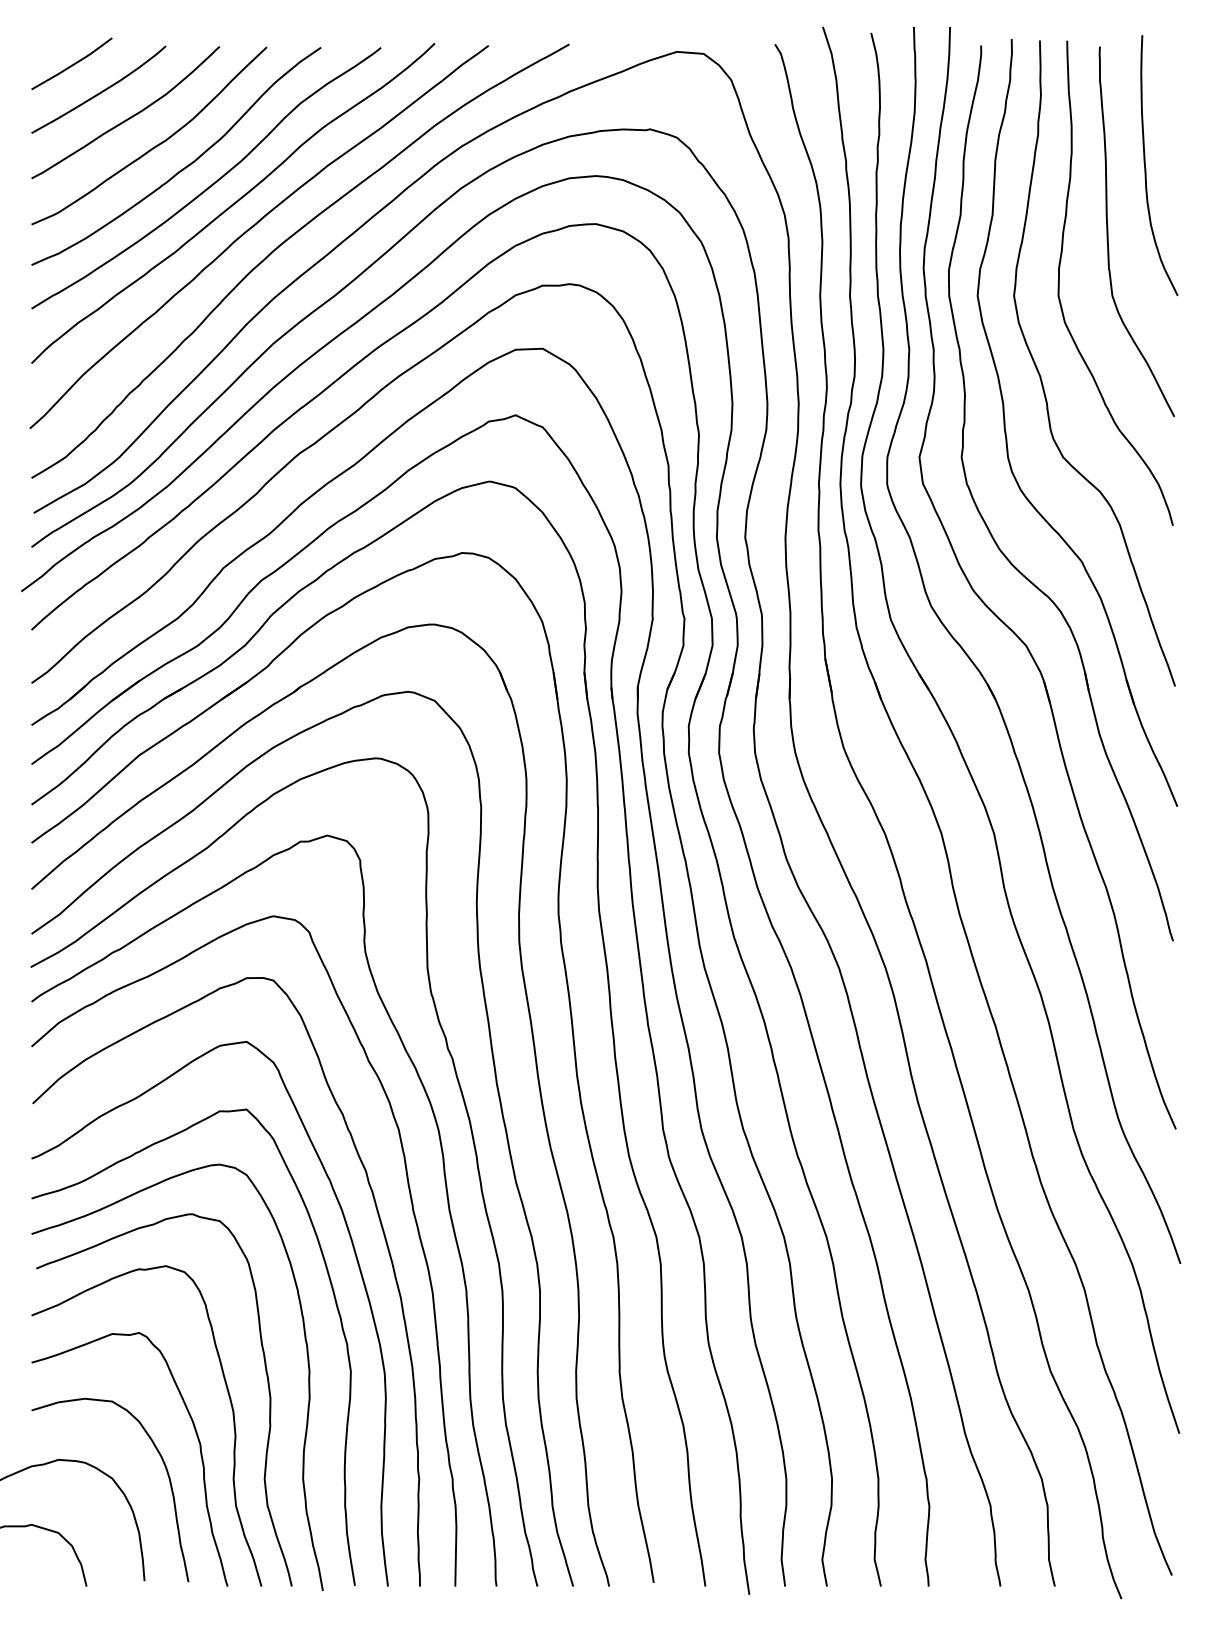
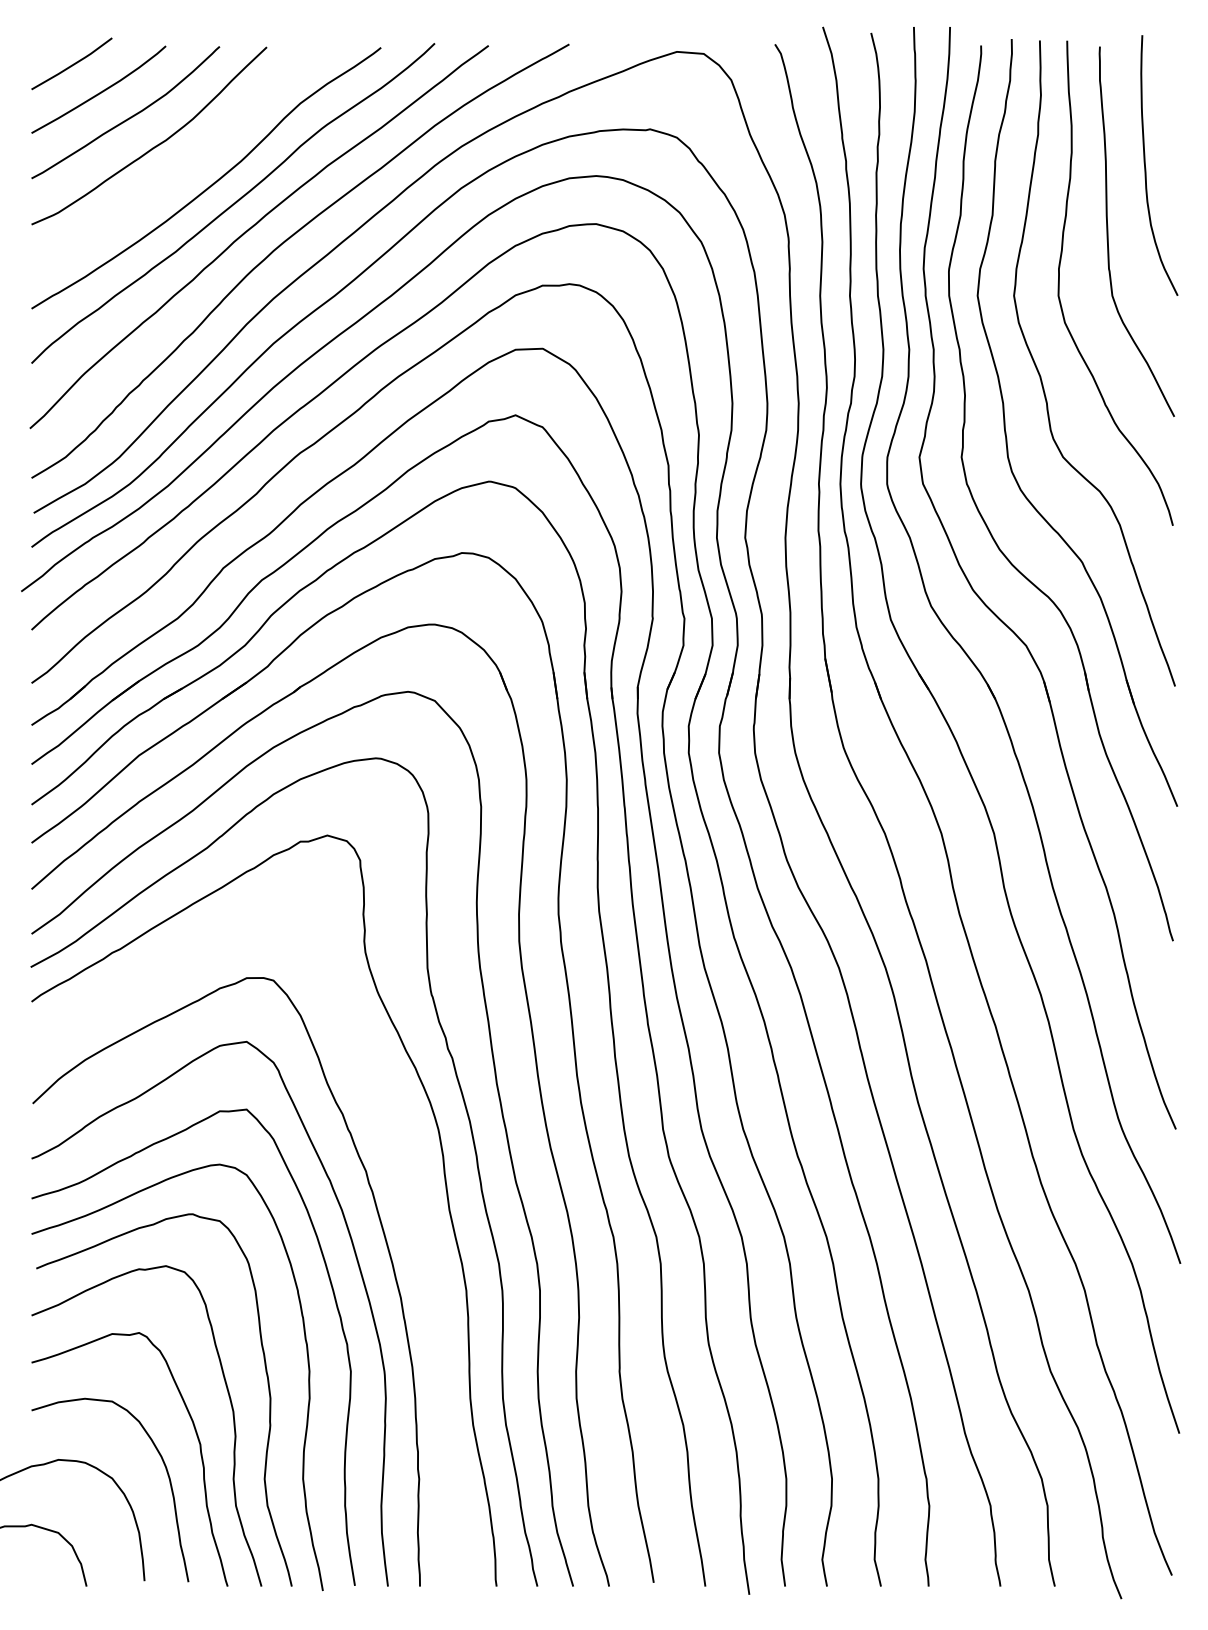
curve at (182, 168): present -> none
curve at (412, 1212): present -> none
